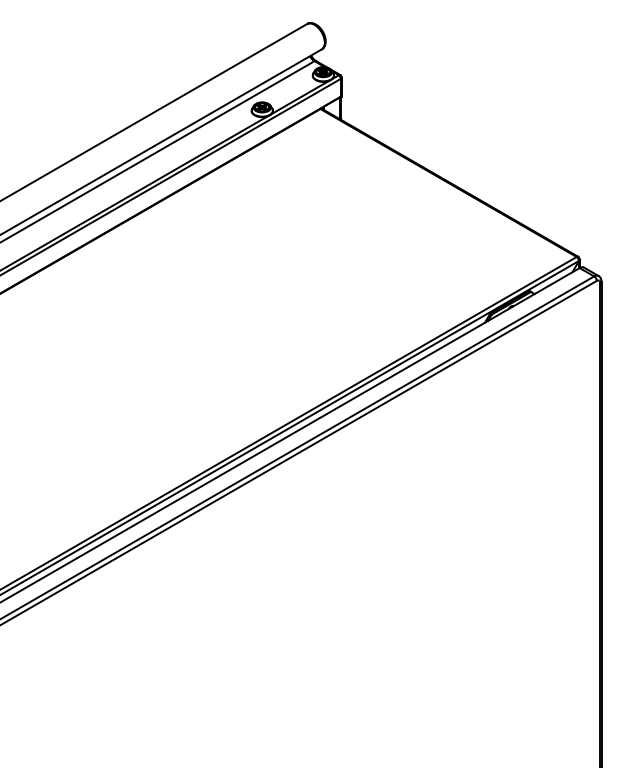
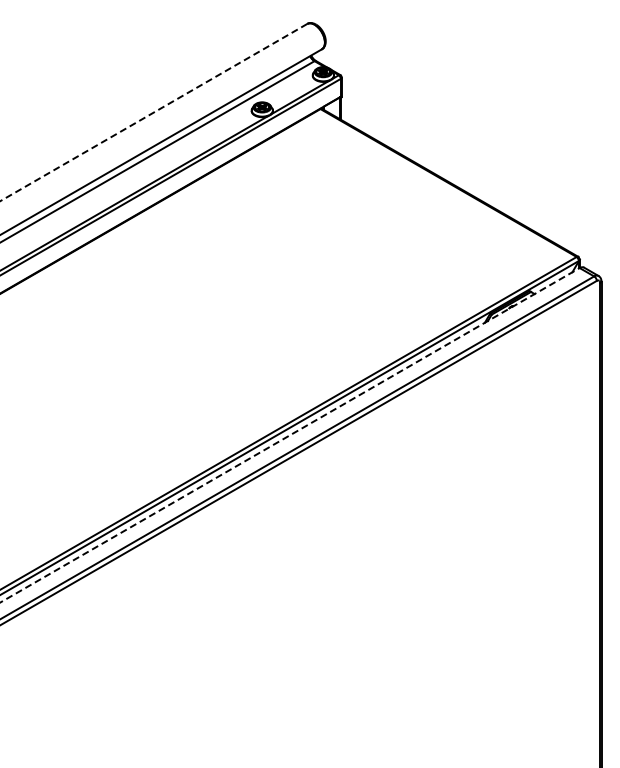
line at (153, 112): solid -> dashed
line at (289, 435): solid -> dashed
